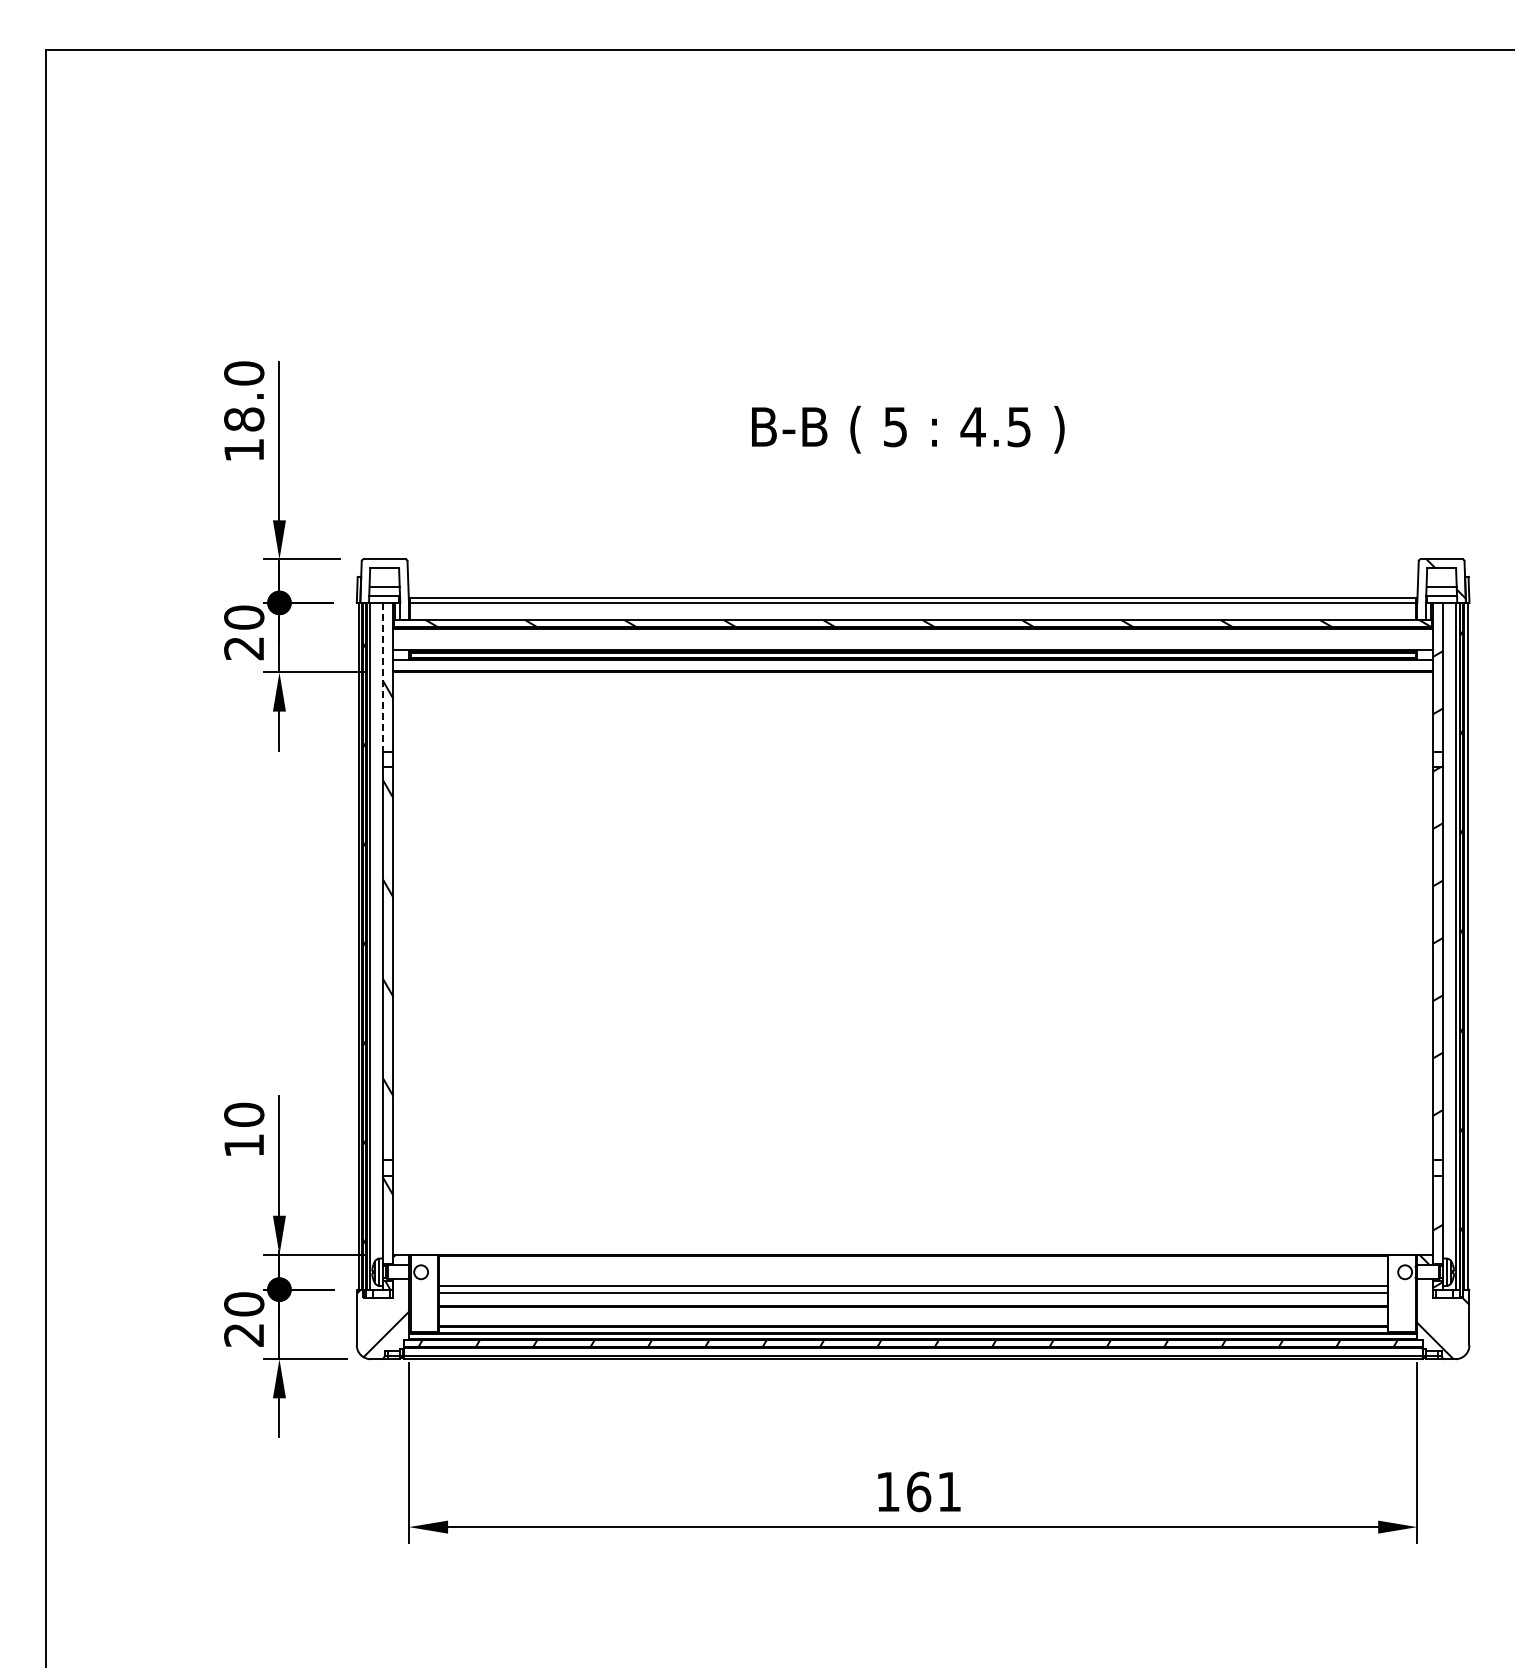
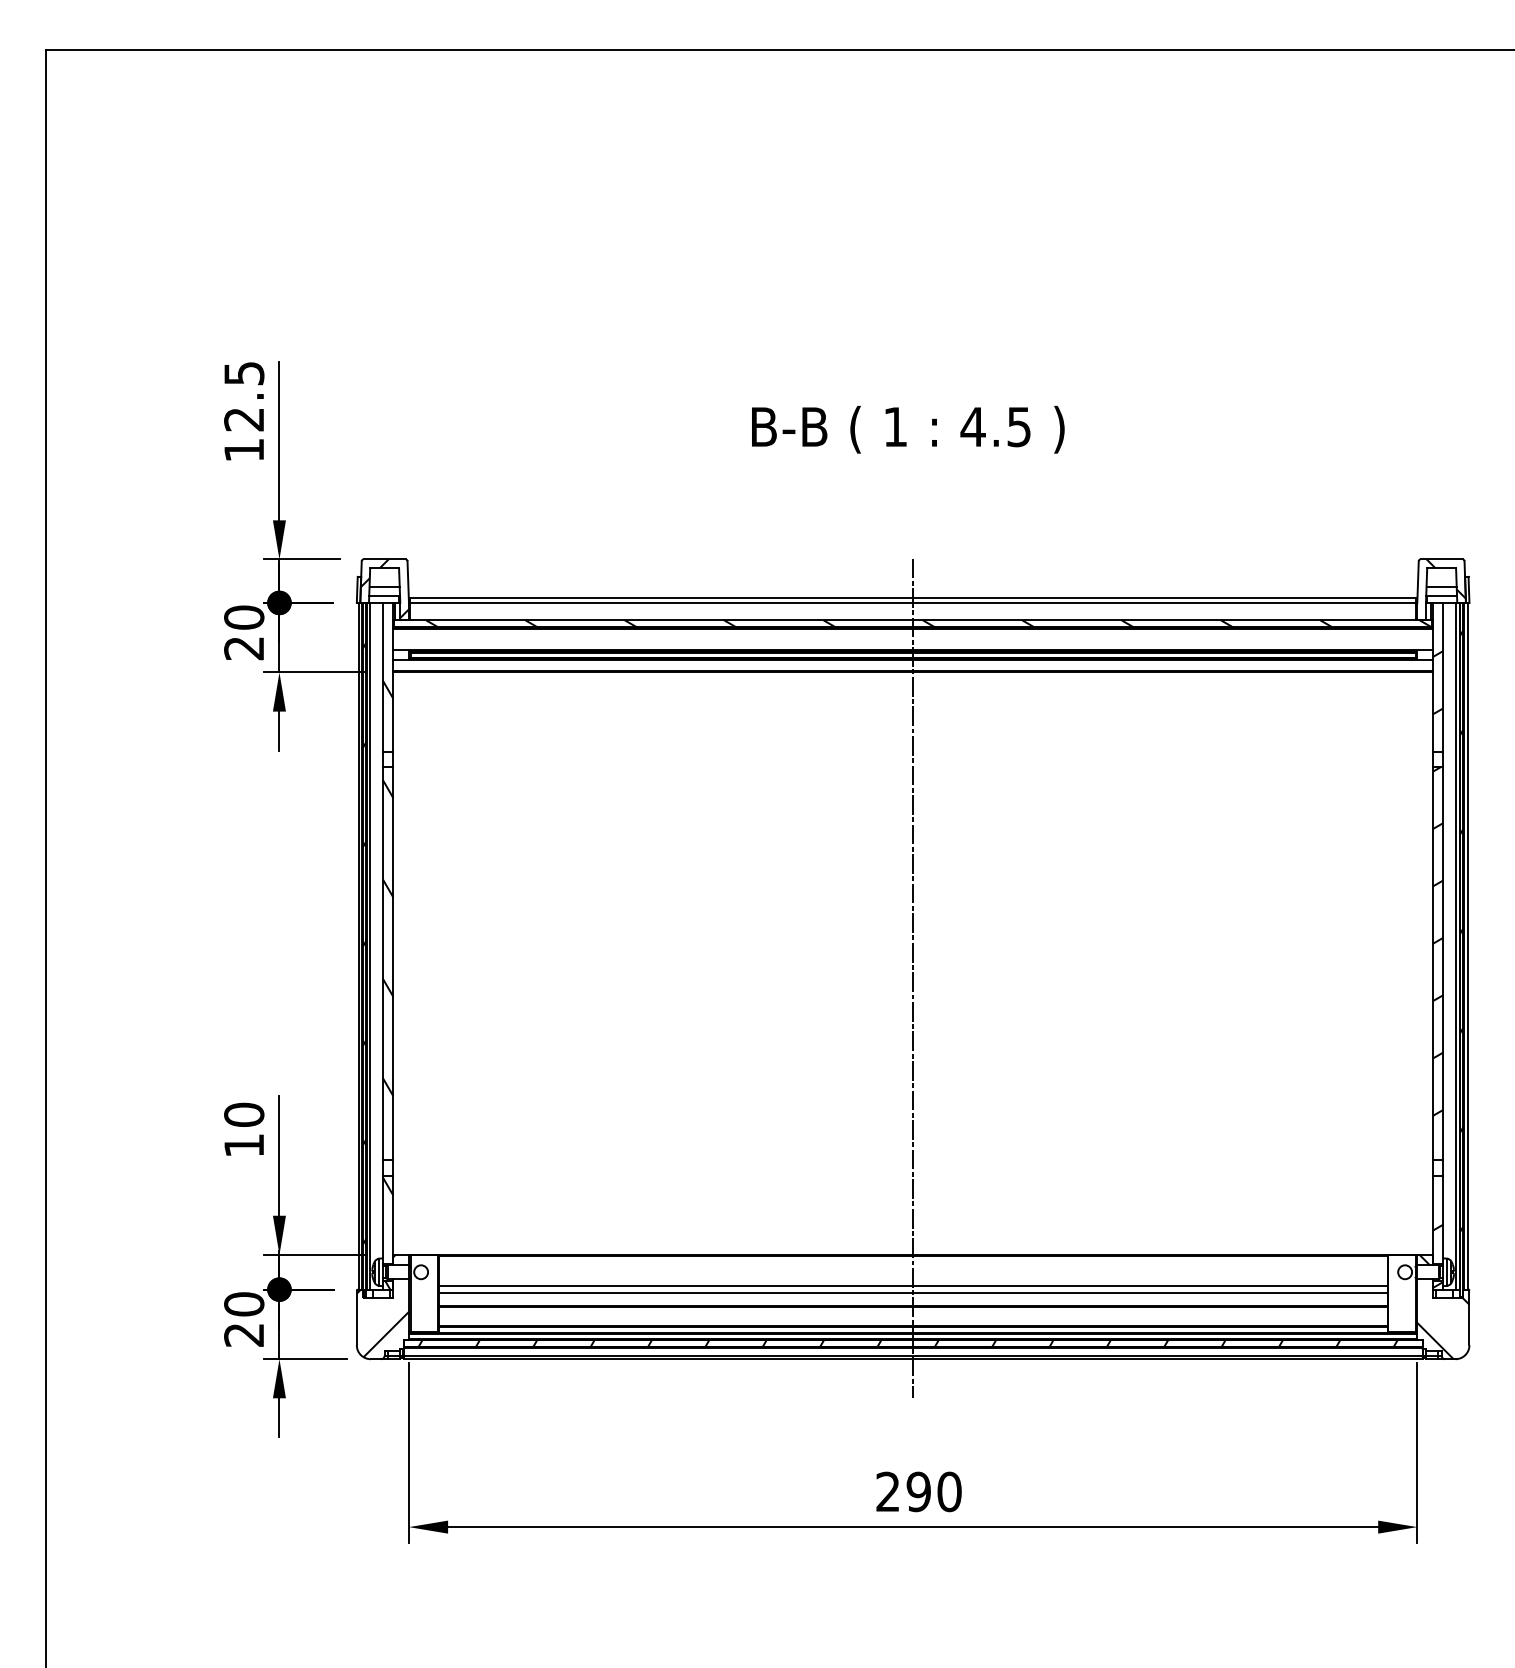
text at (244, 396): 18.0 -> 12.5
text at (895, 427): 5 -> 1
hatch at (384, 588): none -> present
line at (382, 677): dashed -> solid
line at (913, 978): none -> present
text at (918, 1491): 161 -> 290
